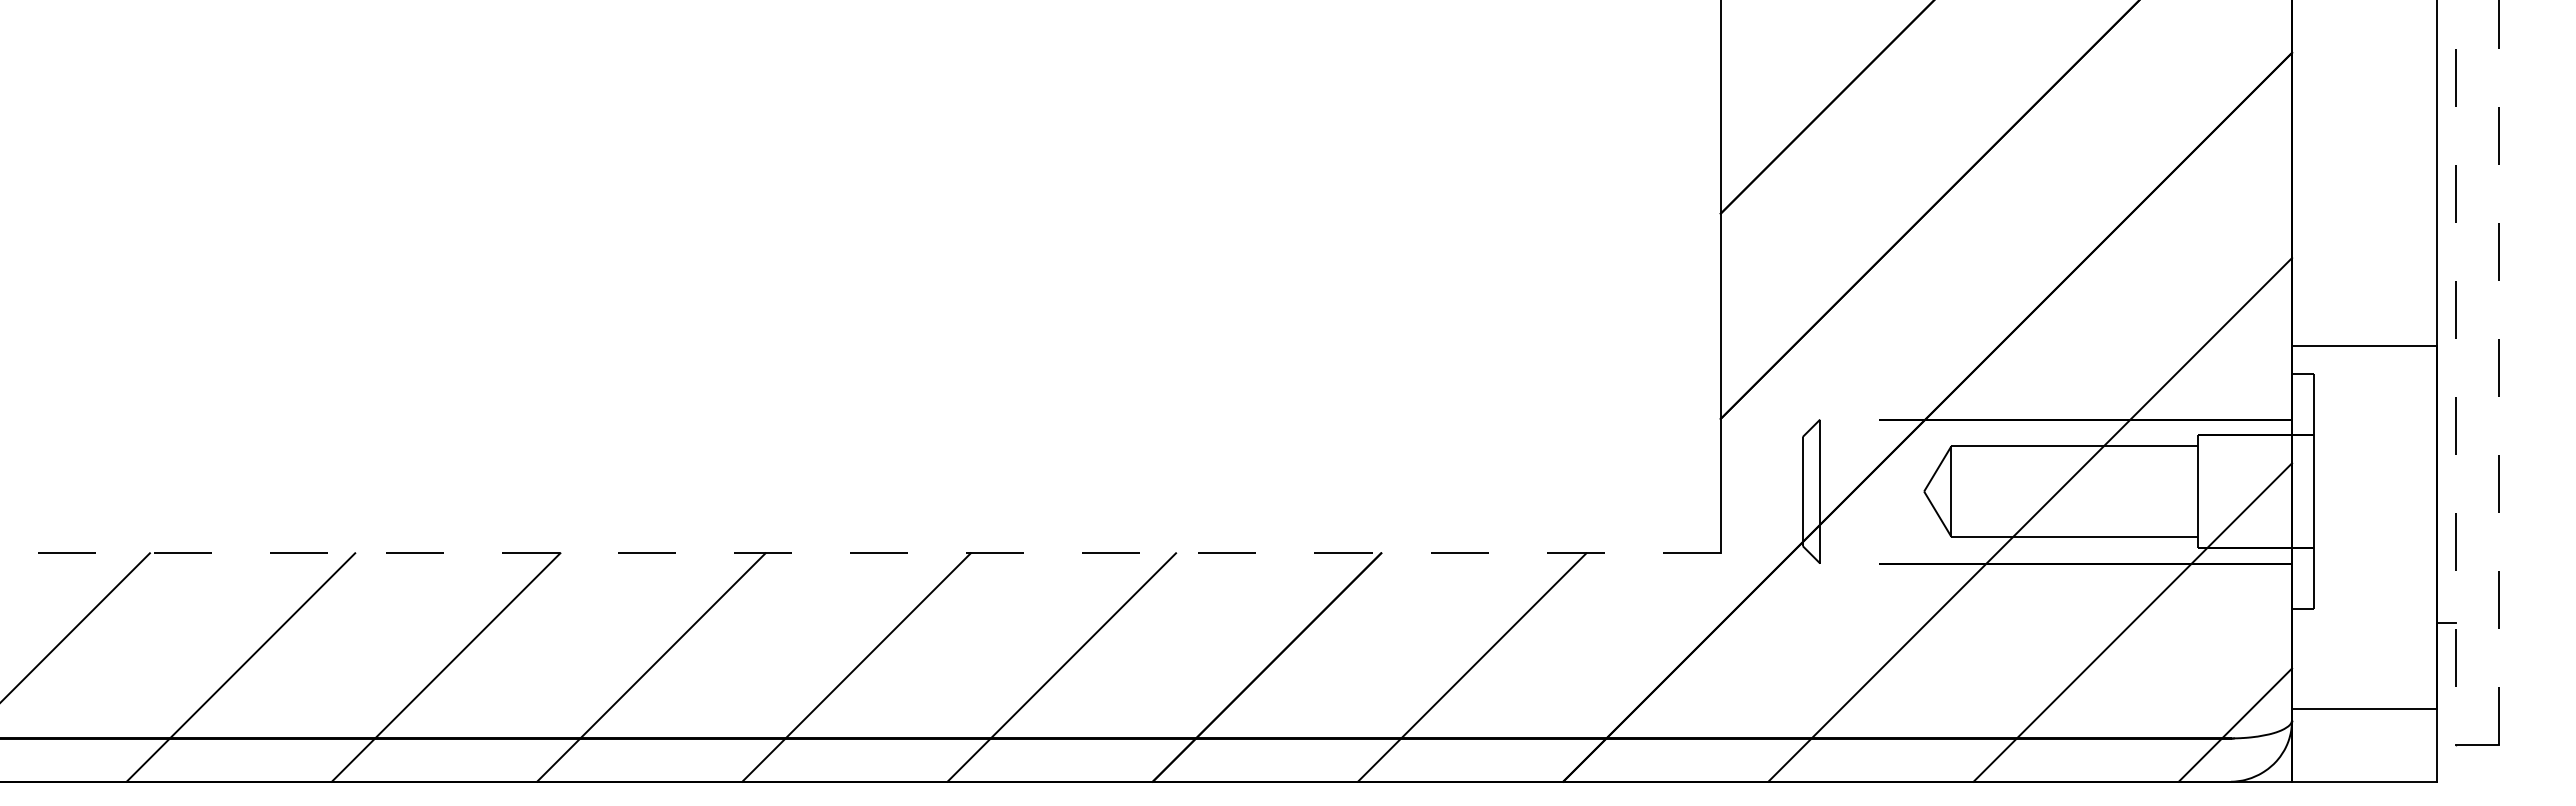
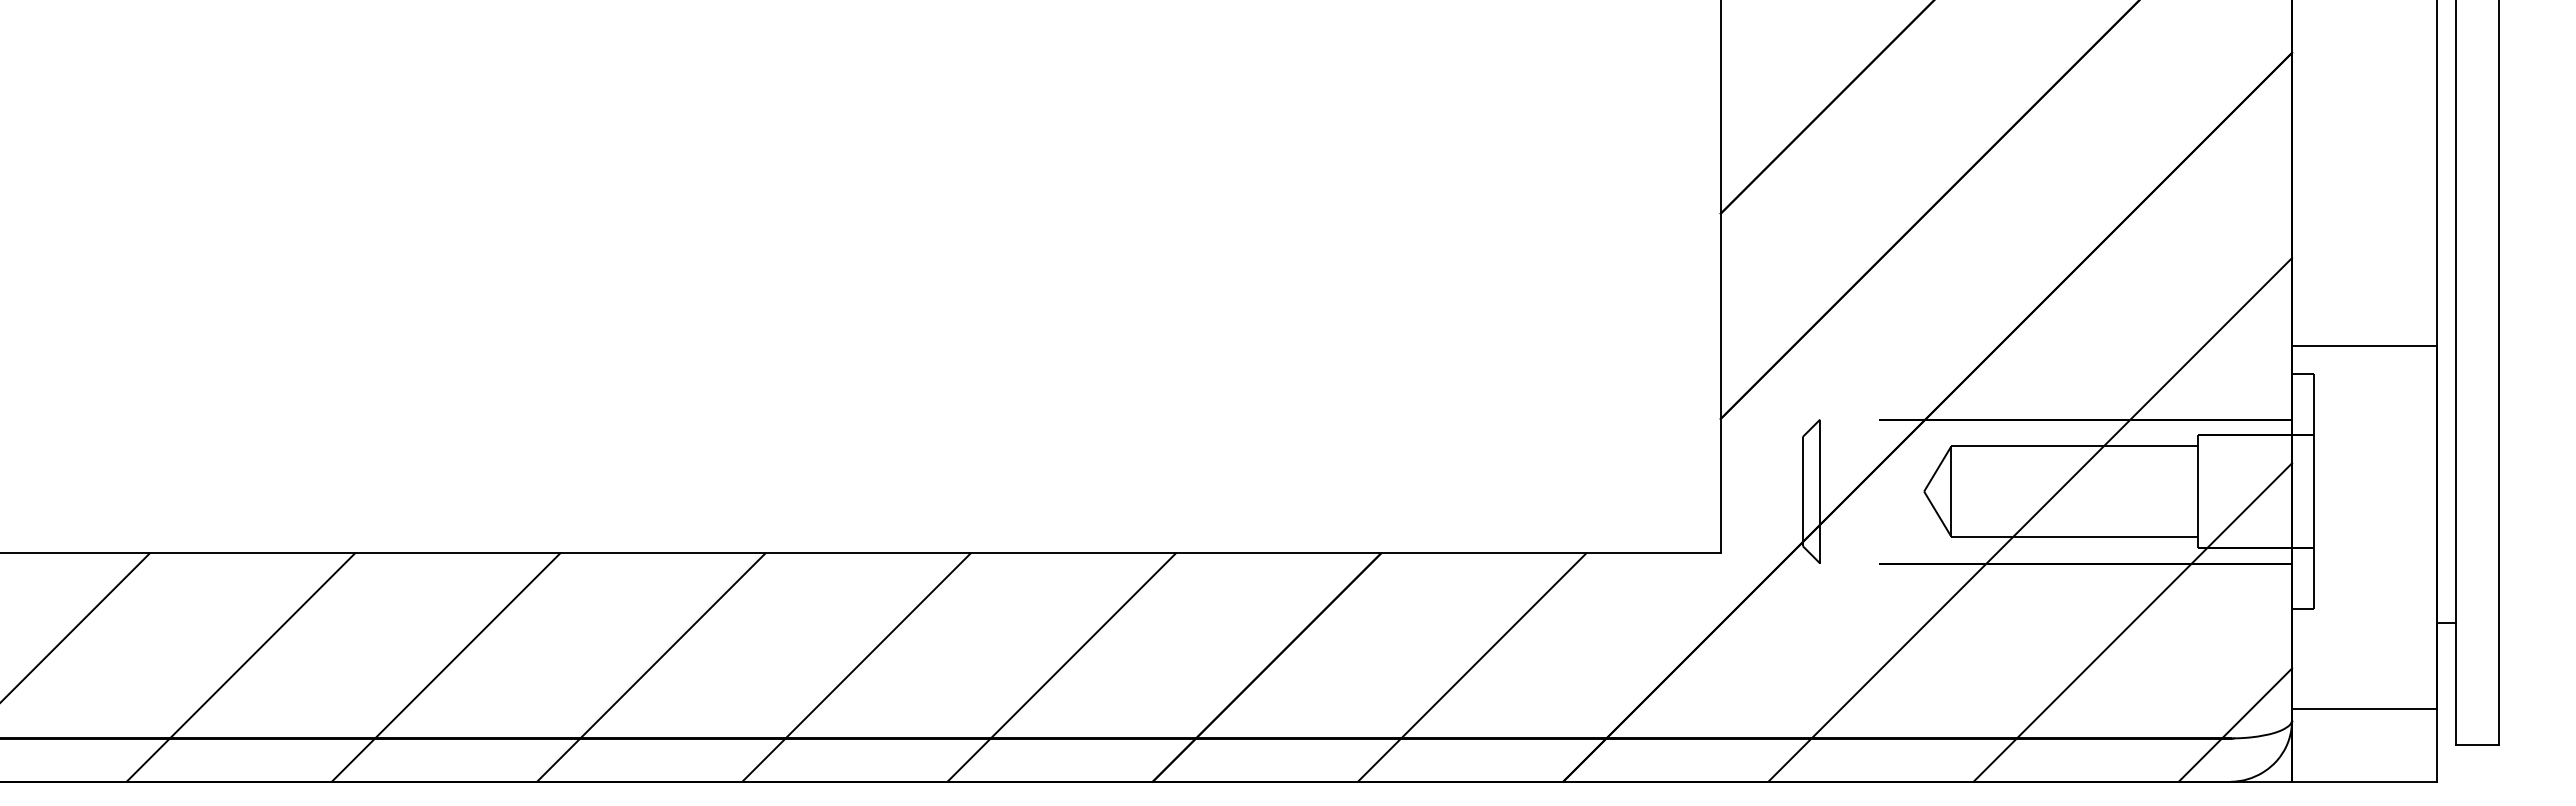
line at (2455, 372): dashed -> solid
line at (2498, 372): dashed -> solid
line at (860, 553): dashed -> solid
